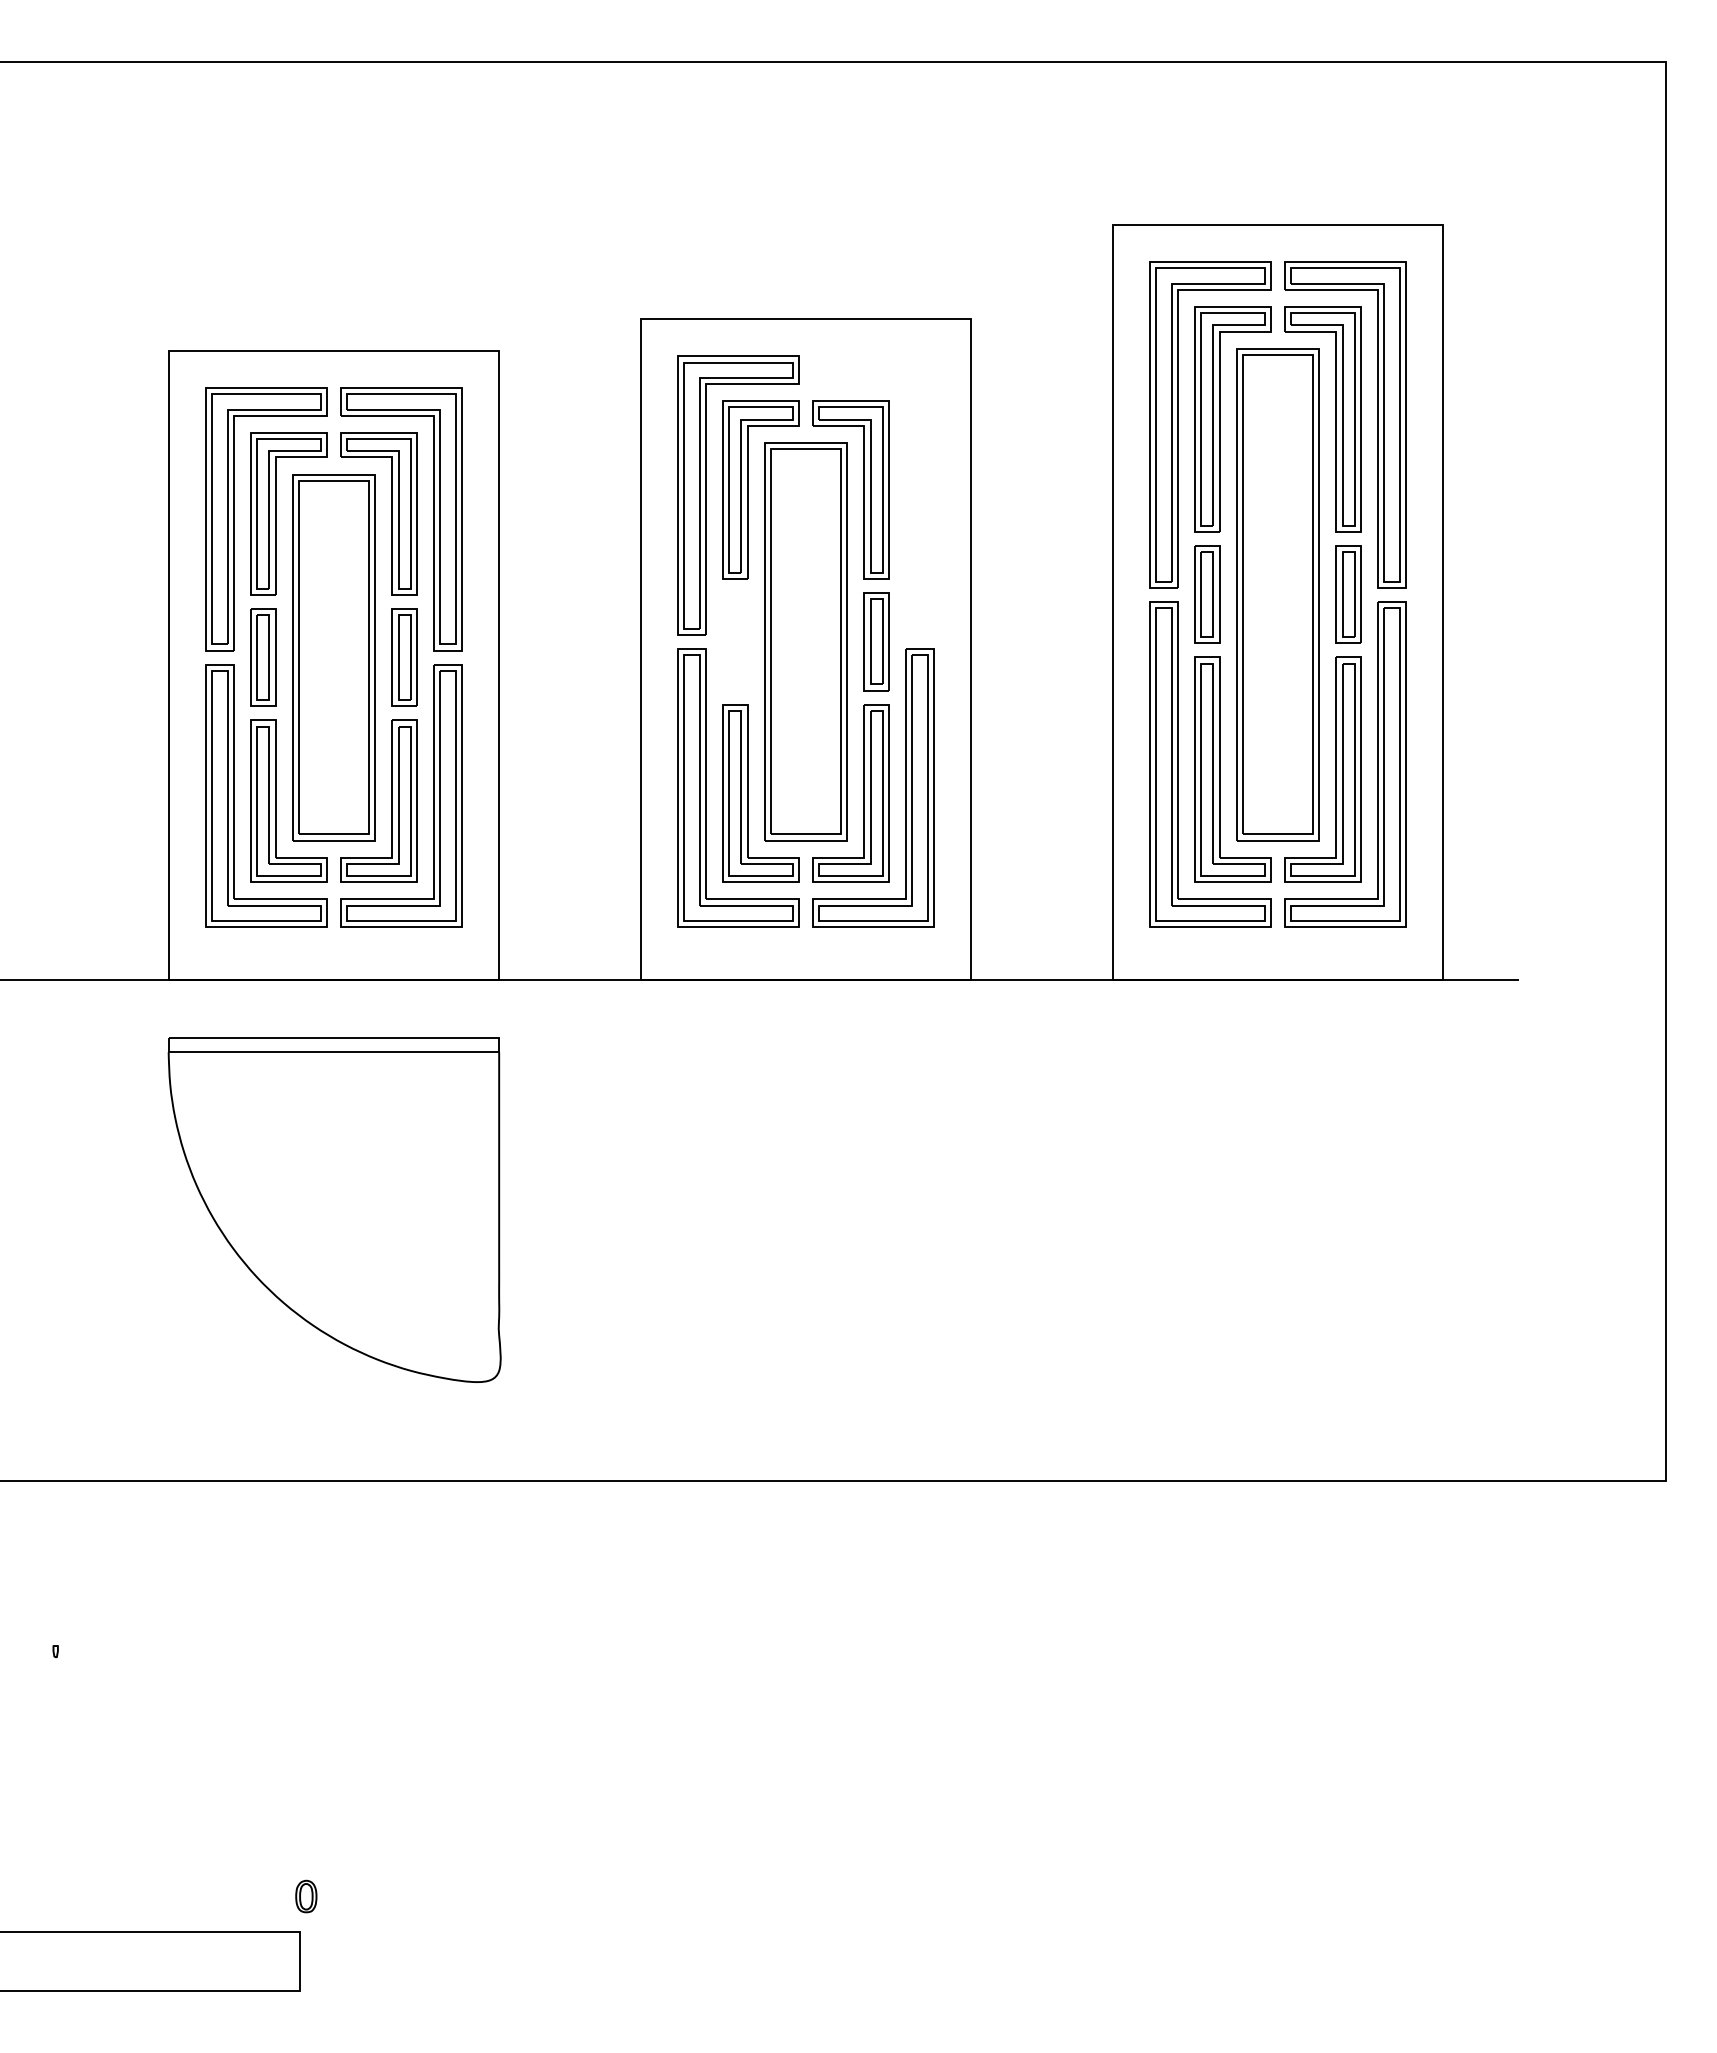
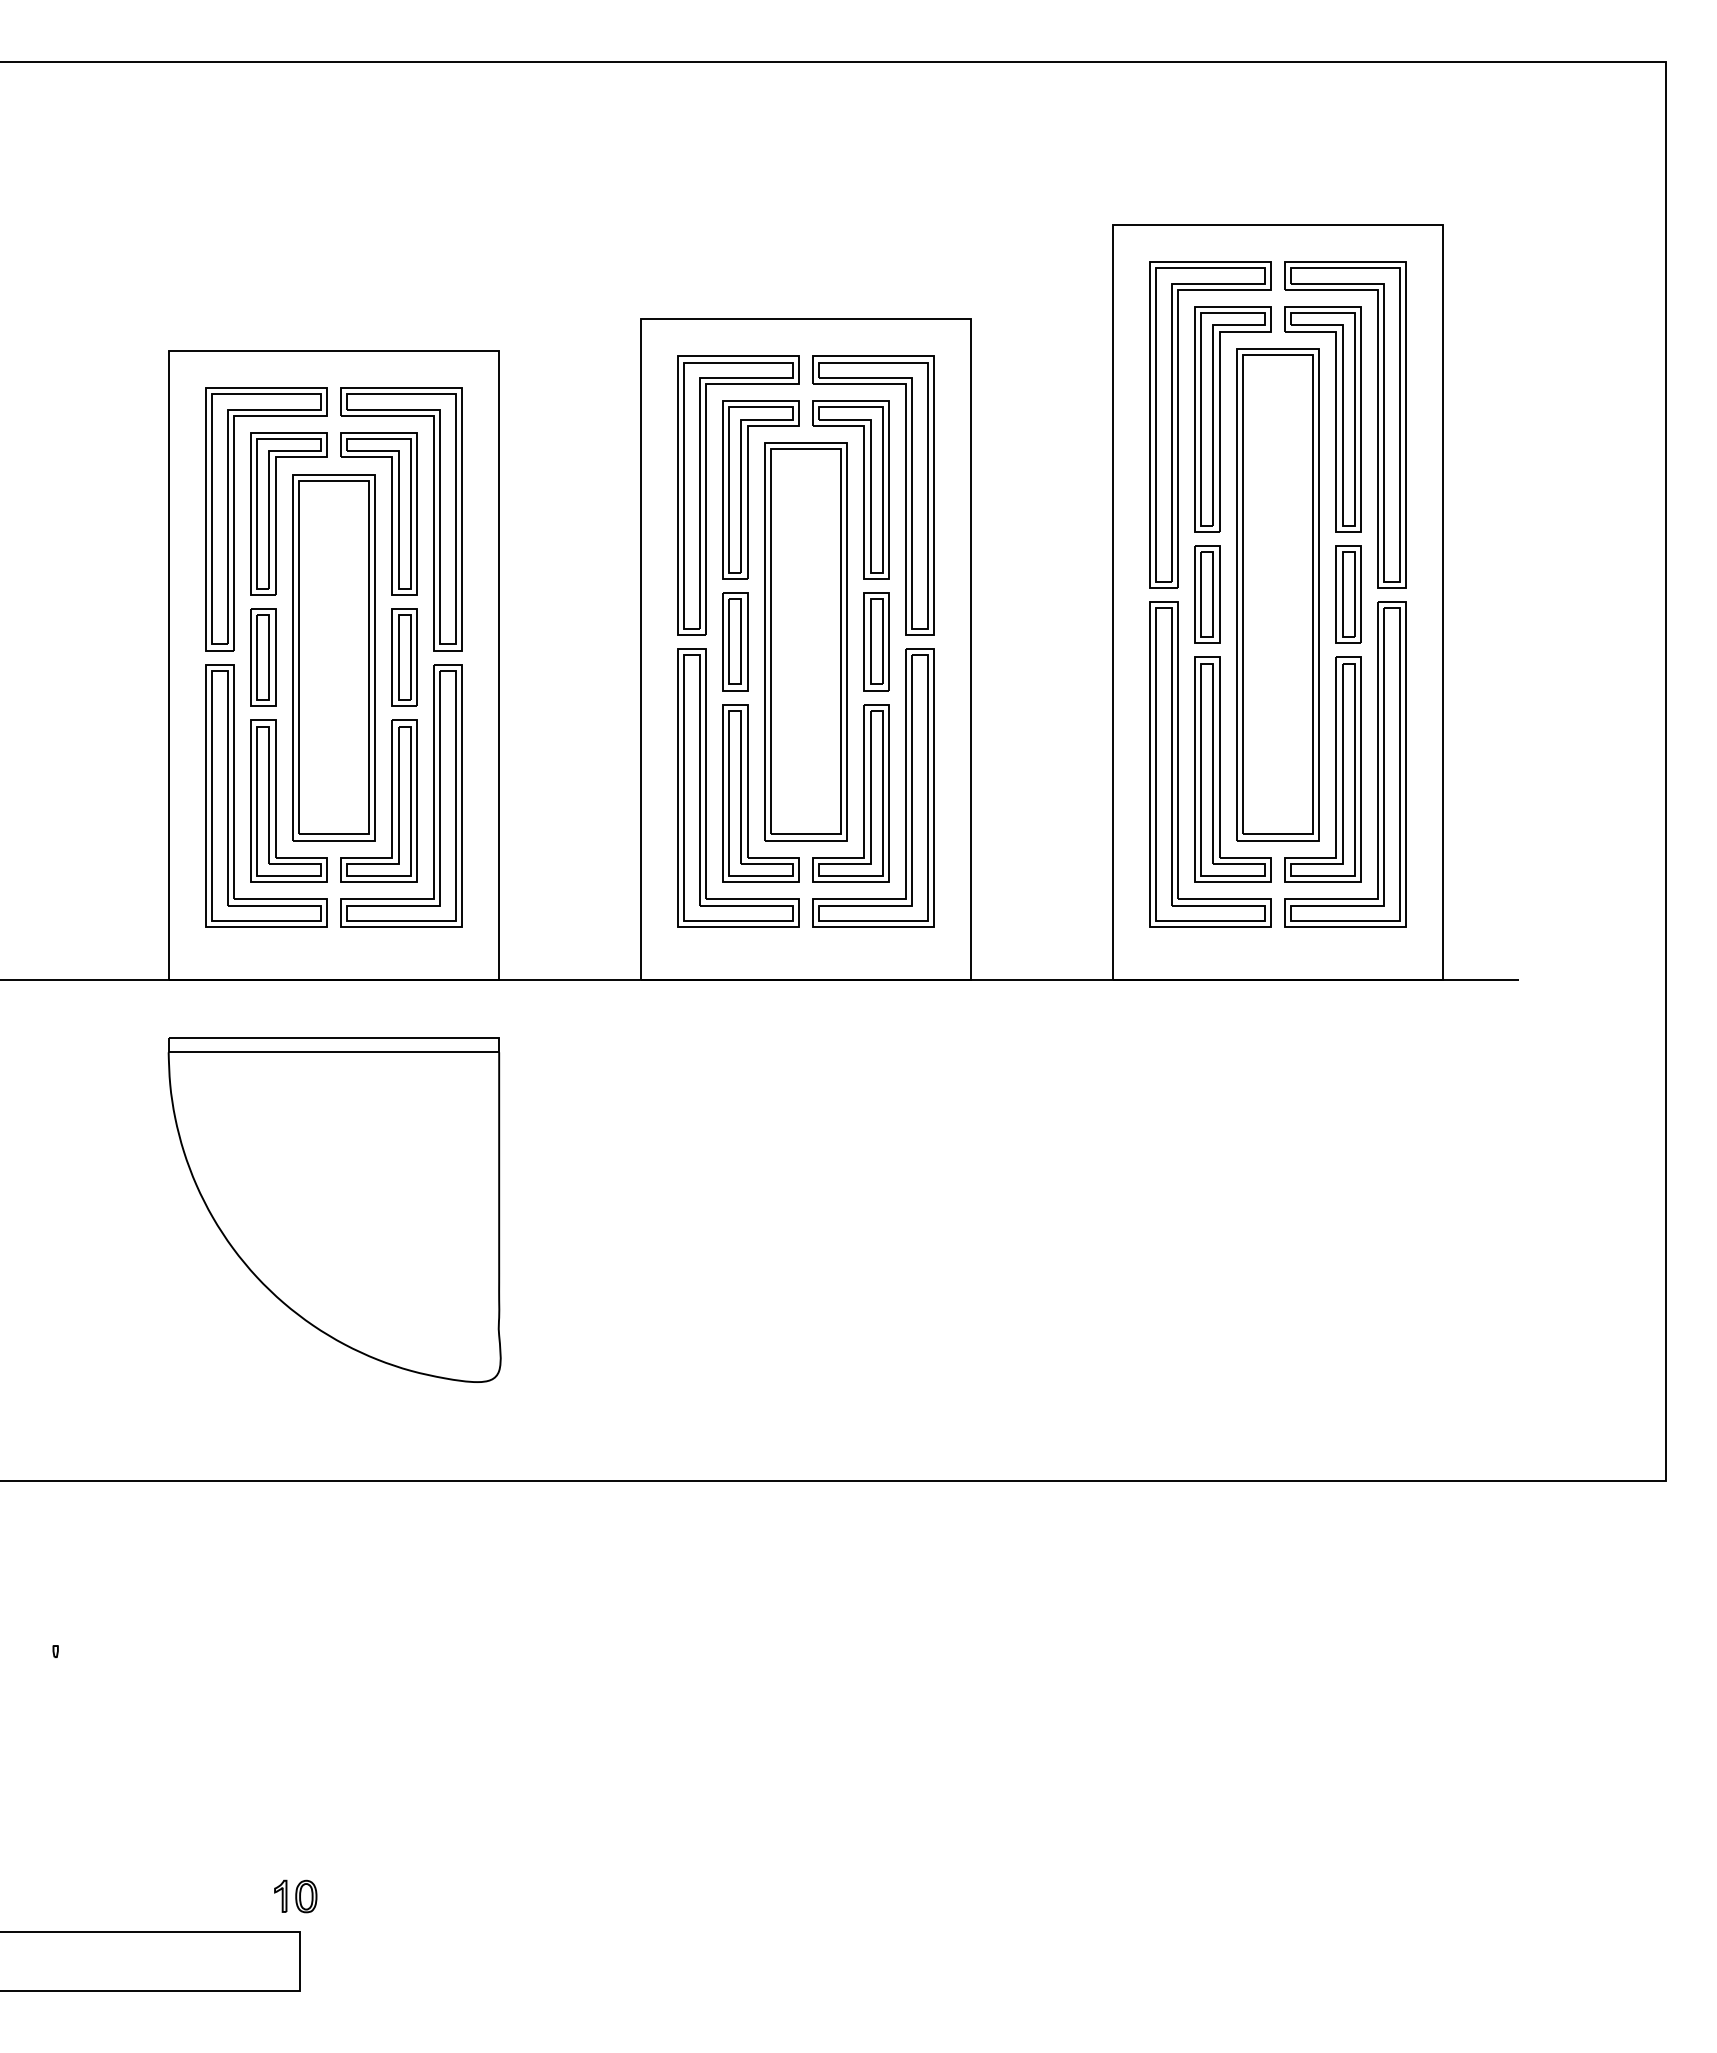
part at (905, 495): none -> present
part at (735, 641): none -> present
part at (280, 1895): none -> present
